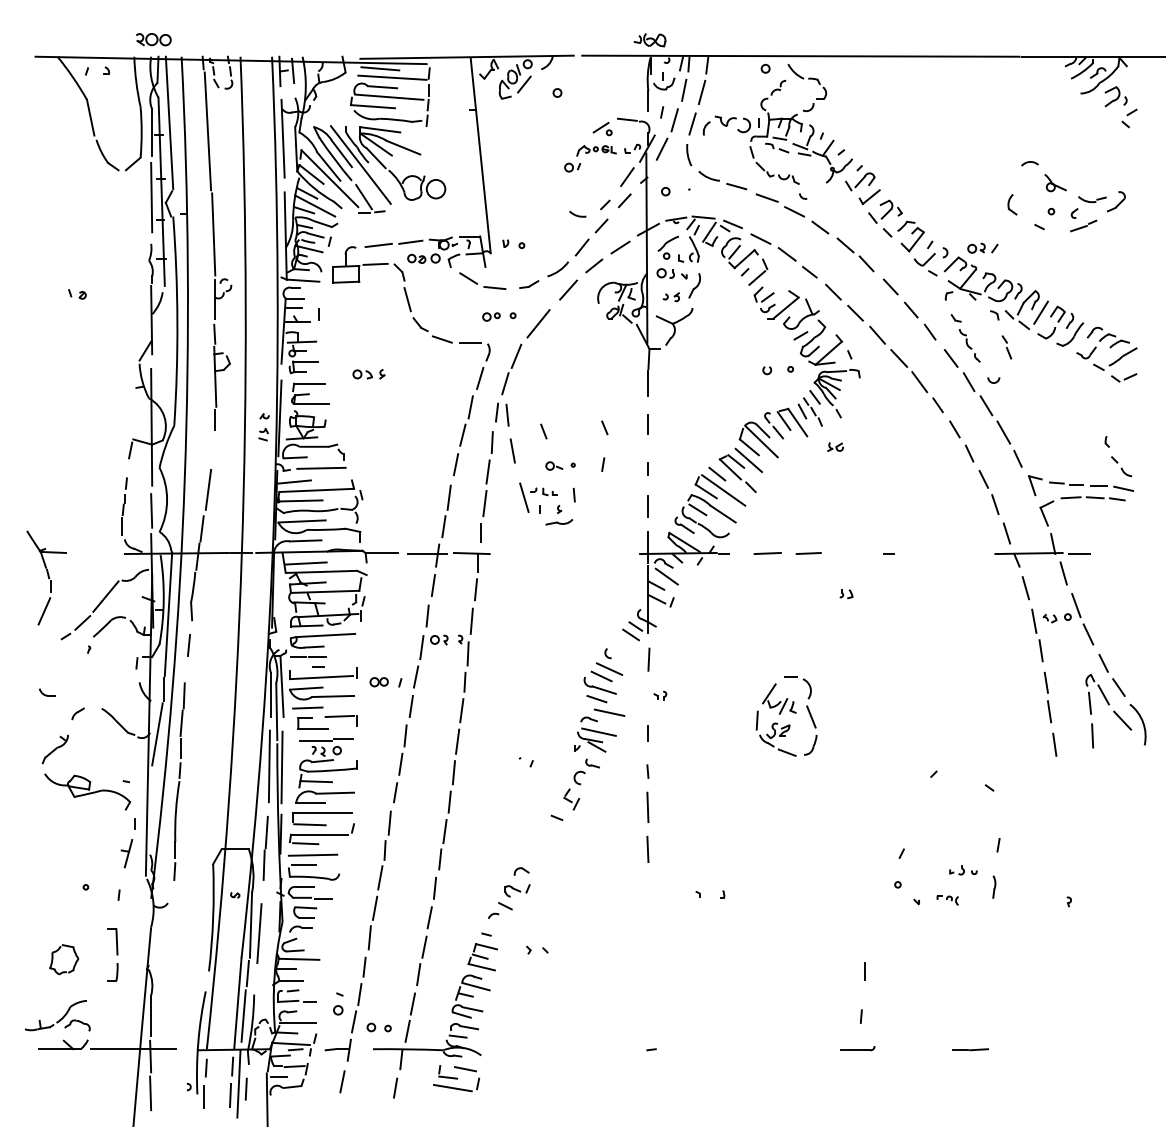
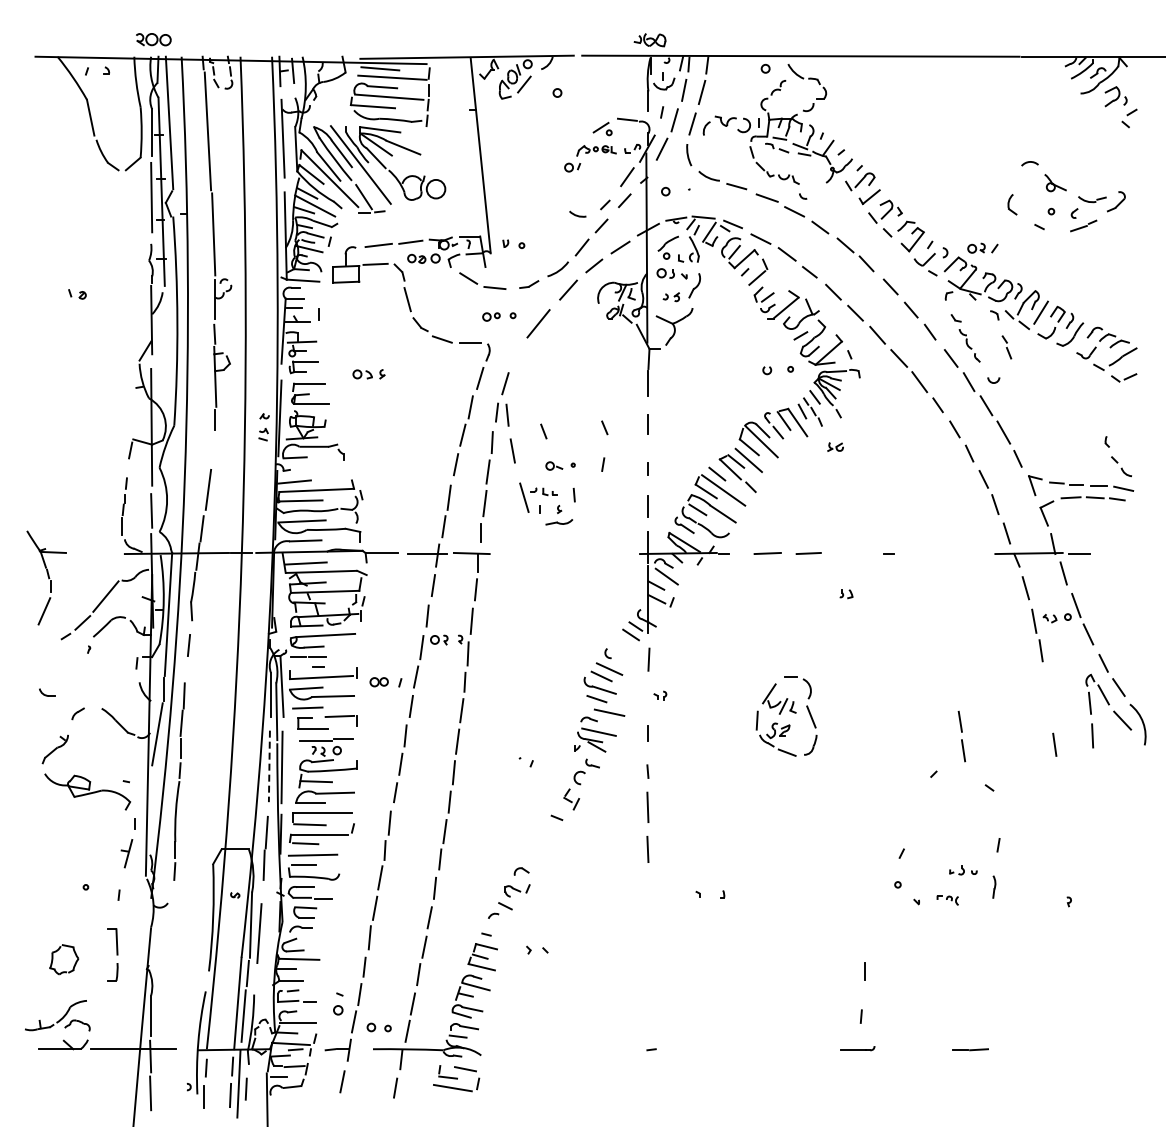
line at (516, 355): present -> none
line at (321, 467): present -> none
part at (1047, 697) position: (1047, 697) -> (961, 736)
line at (269, 766): solid -> dashed
